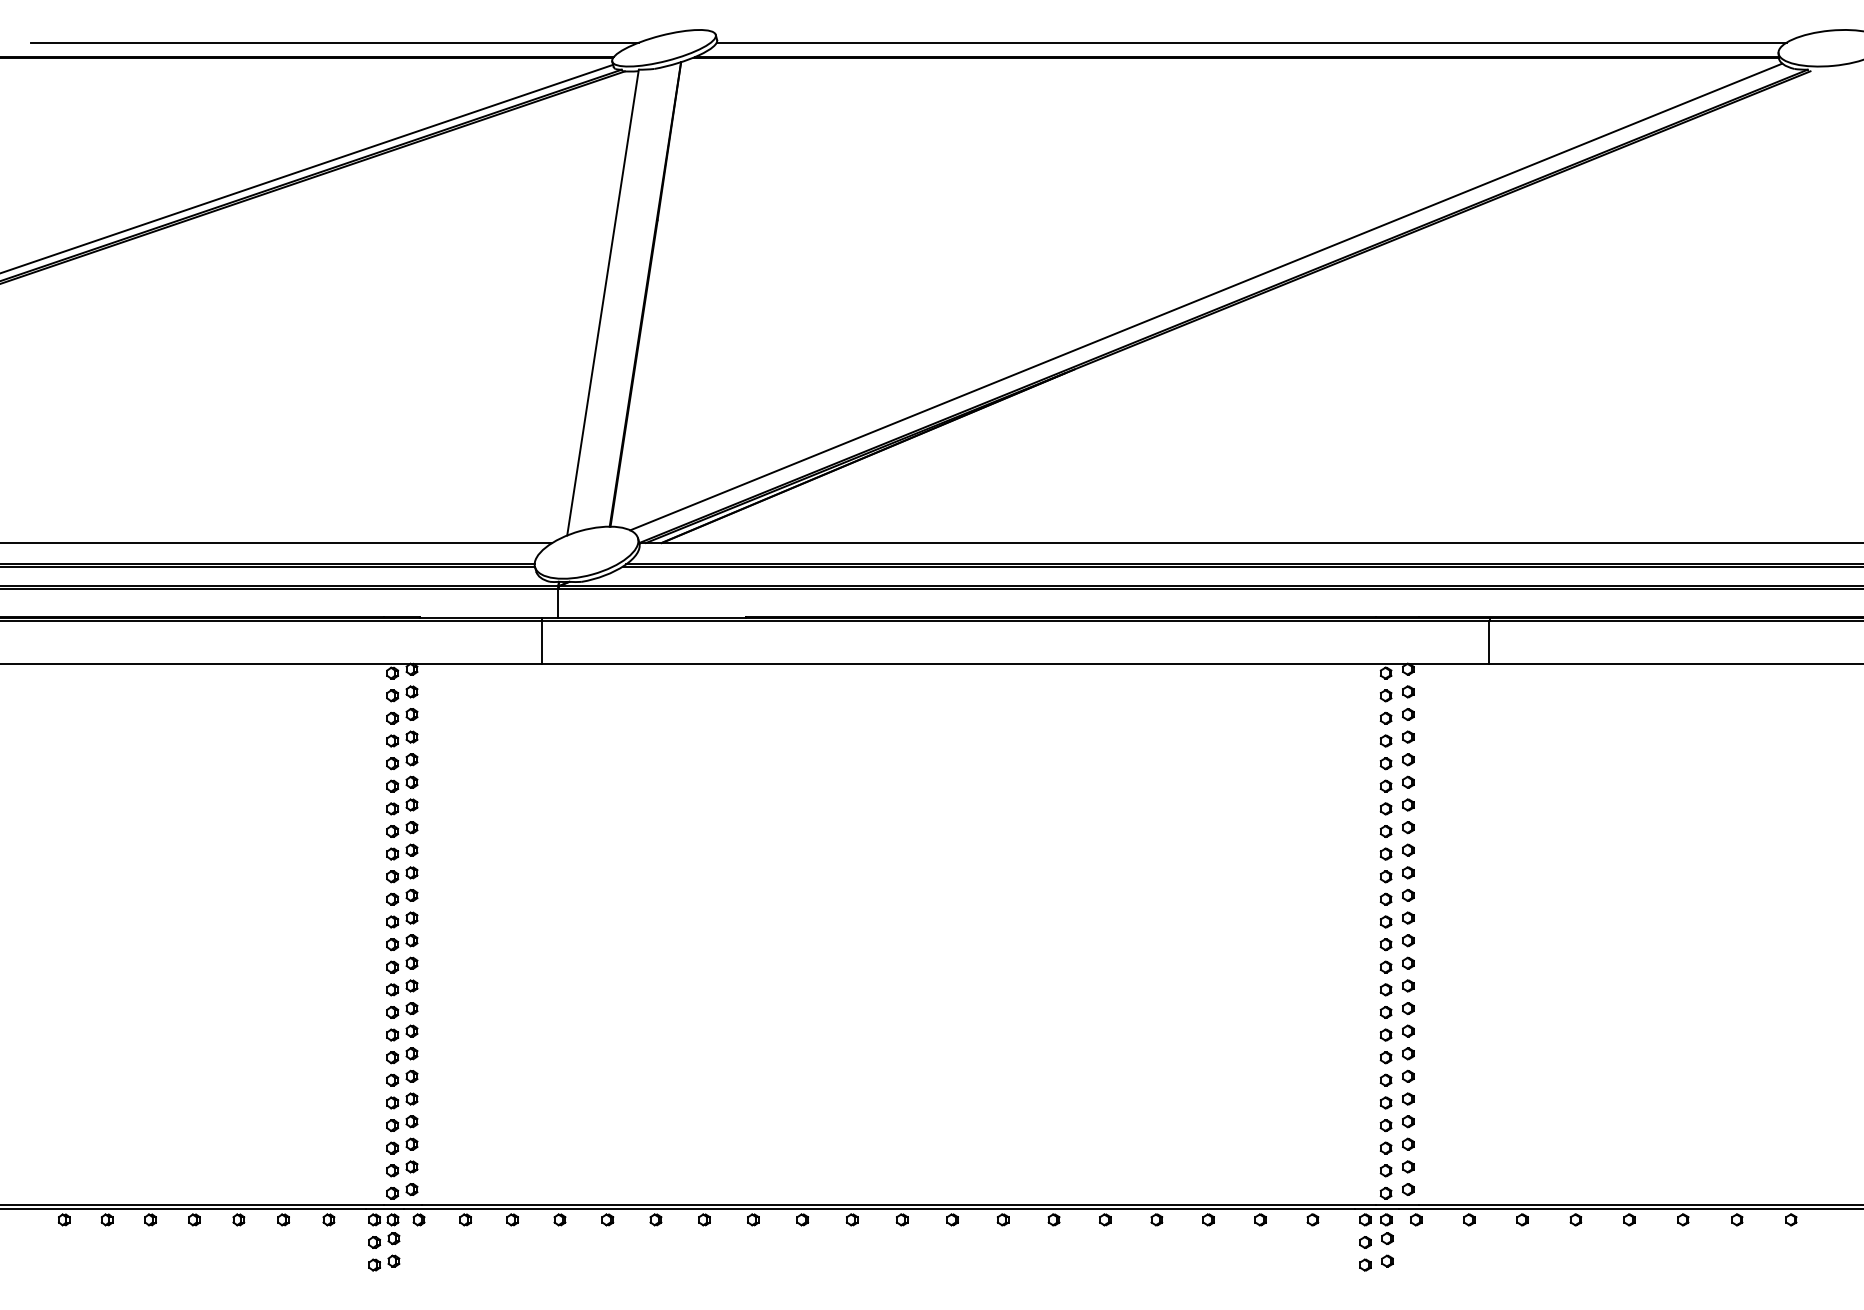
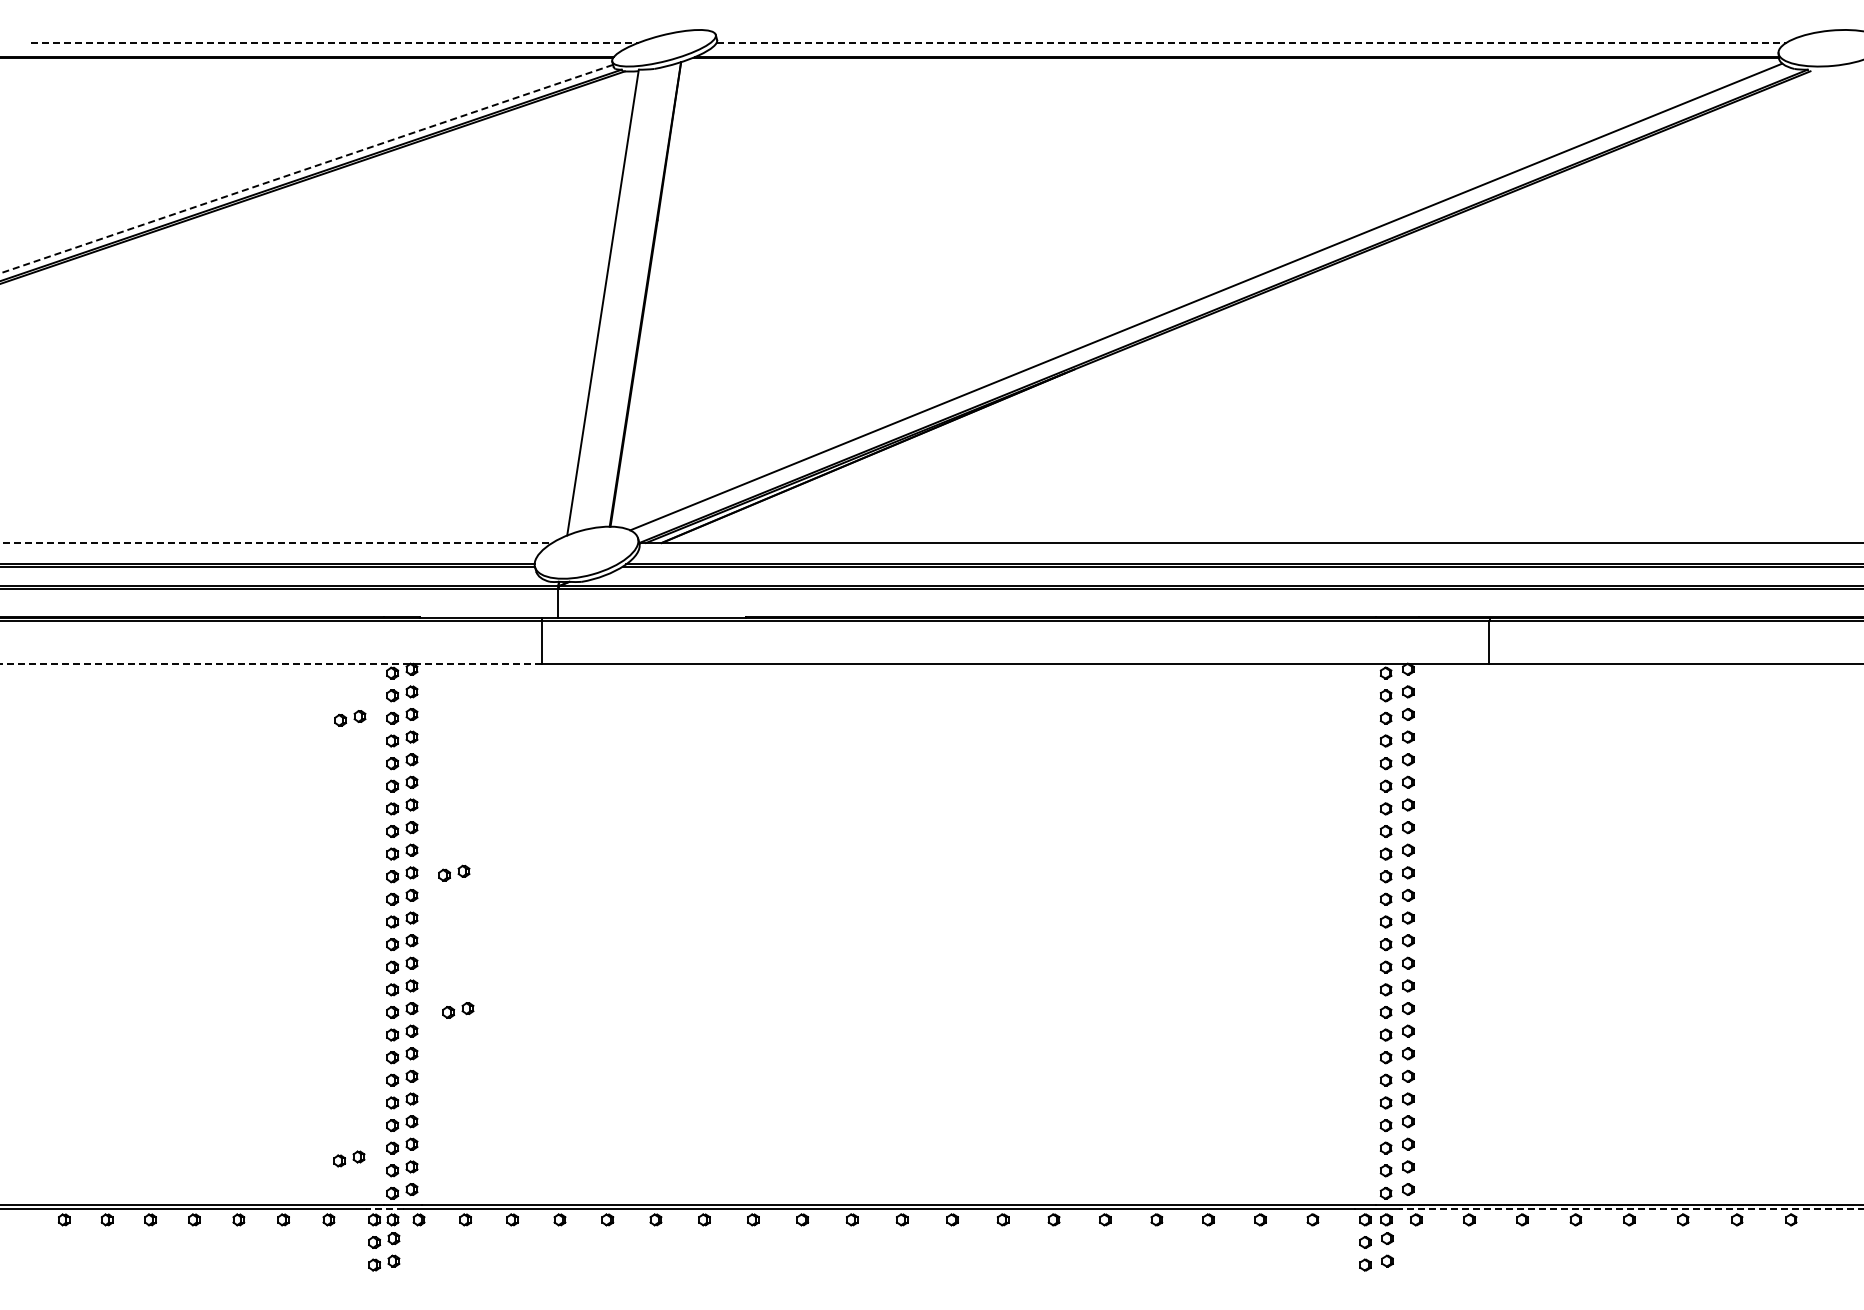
line at (335, 42): solid -> dashed
line at (1251, 42): solid -> dashed
line at (306, 169): solid -> dashed
line at (276, 543): solid -> dashed
line at (270, 663): solid -> dashed
part at (350, 718): none -> present
part at (454, 872): none -> present
part at (458, 1010): none -> present
part at (349, 1158): none -> present
line at (384, 1209): solid -> dashed
line at (1630, 1209): solid -> dashed
